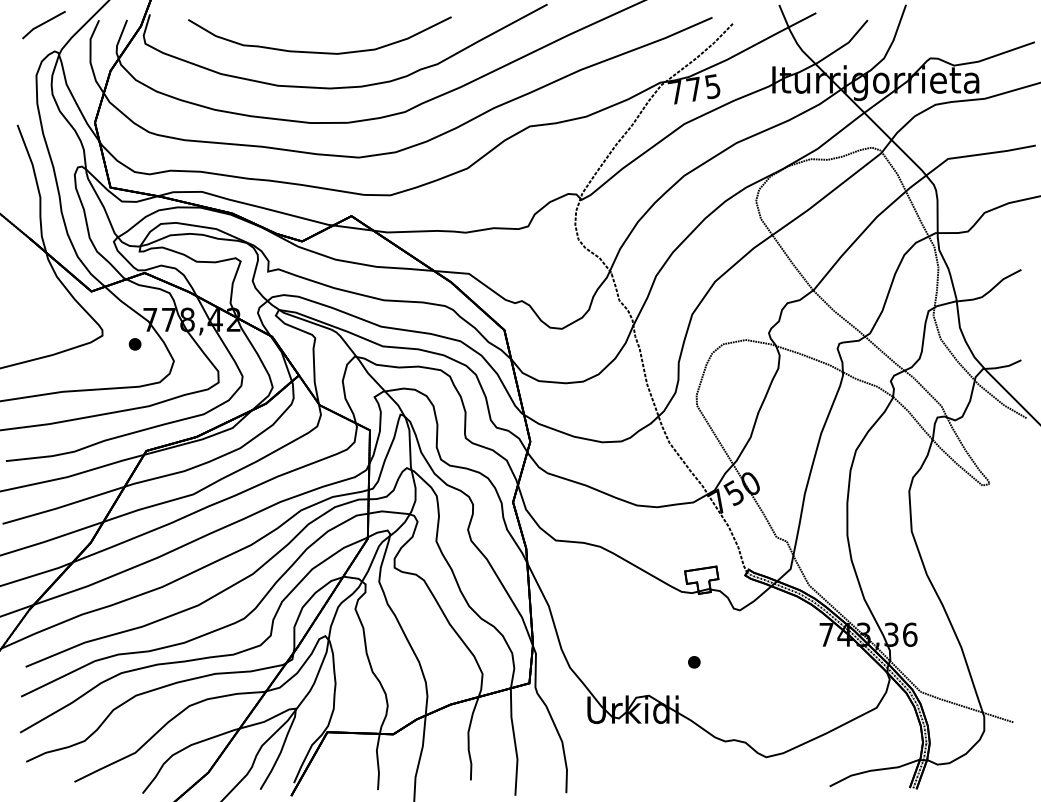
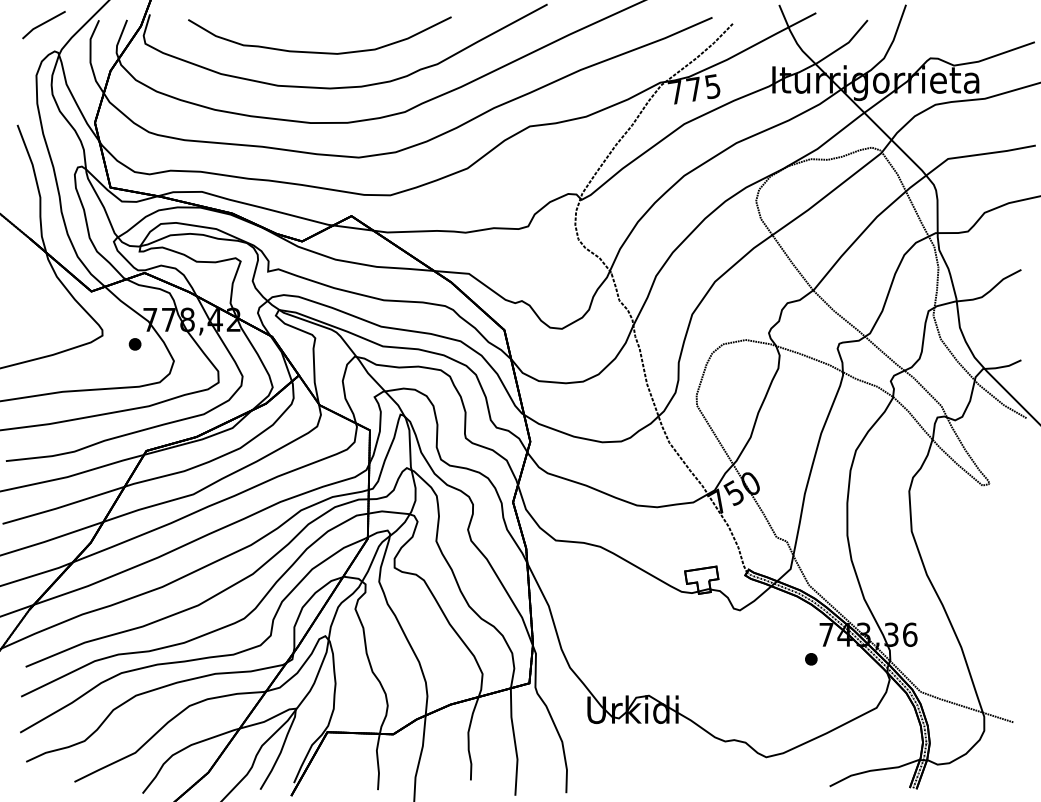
part at (694, 662) position: (694, 662) -> (811, 659)
